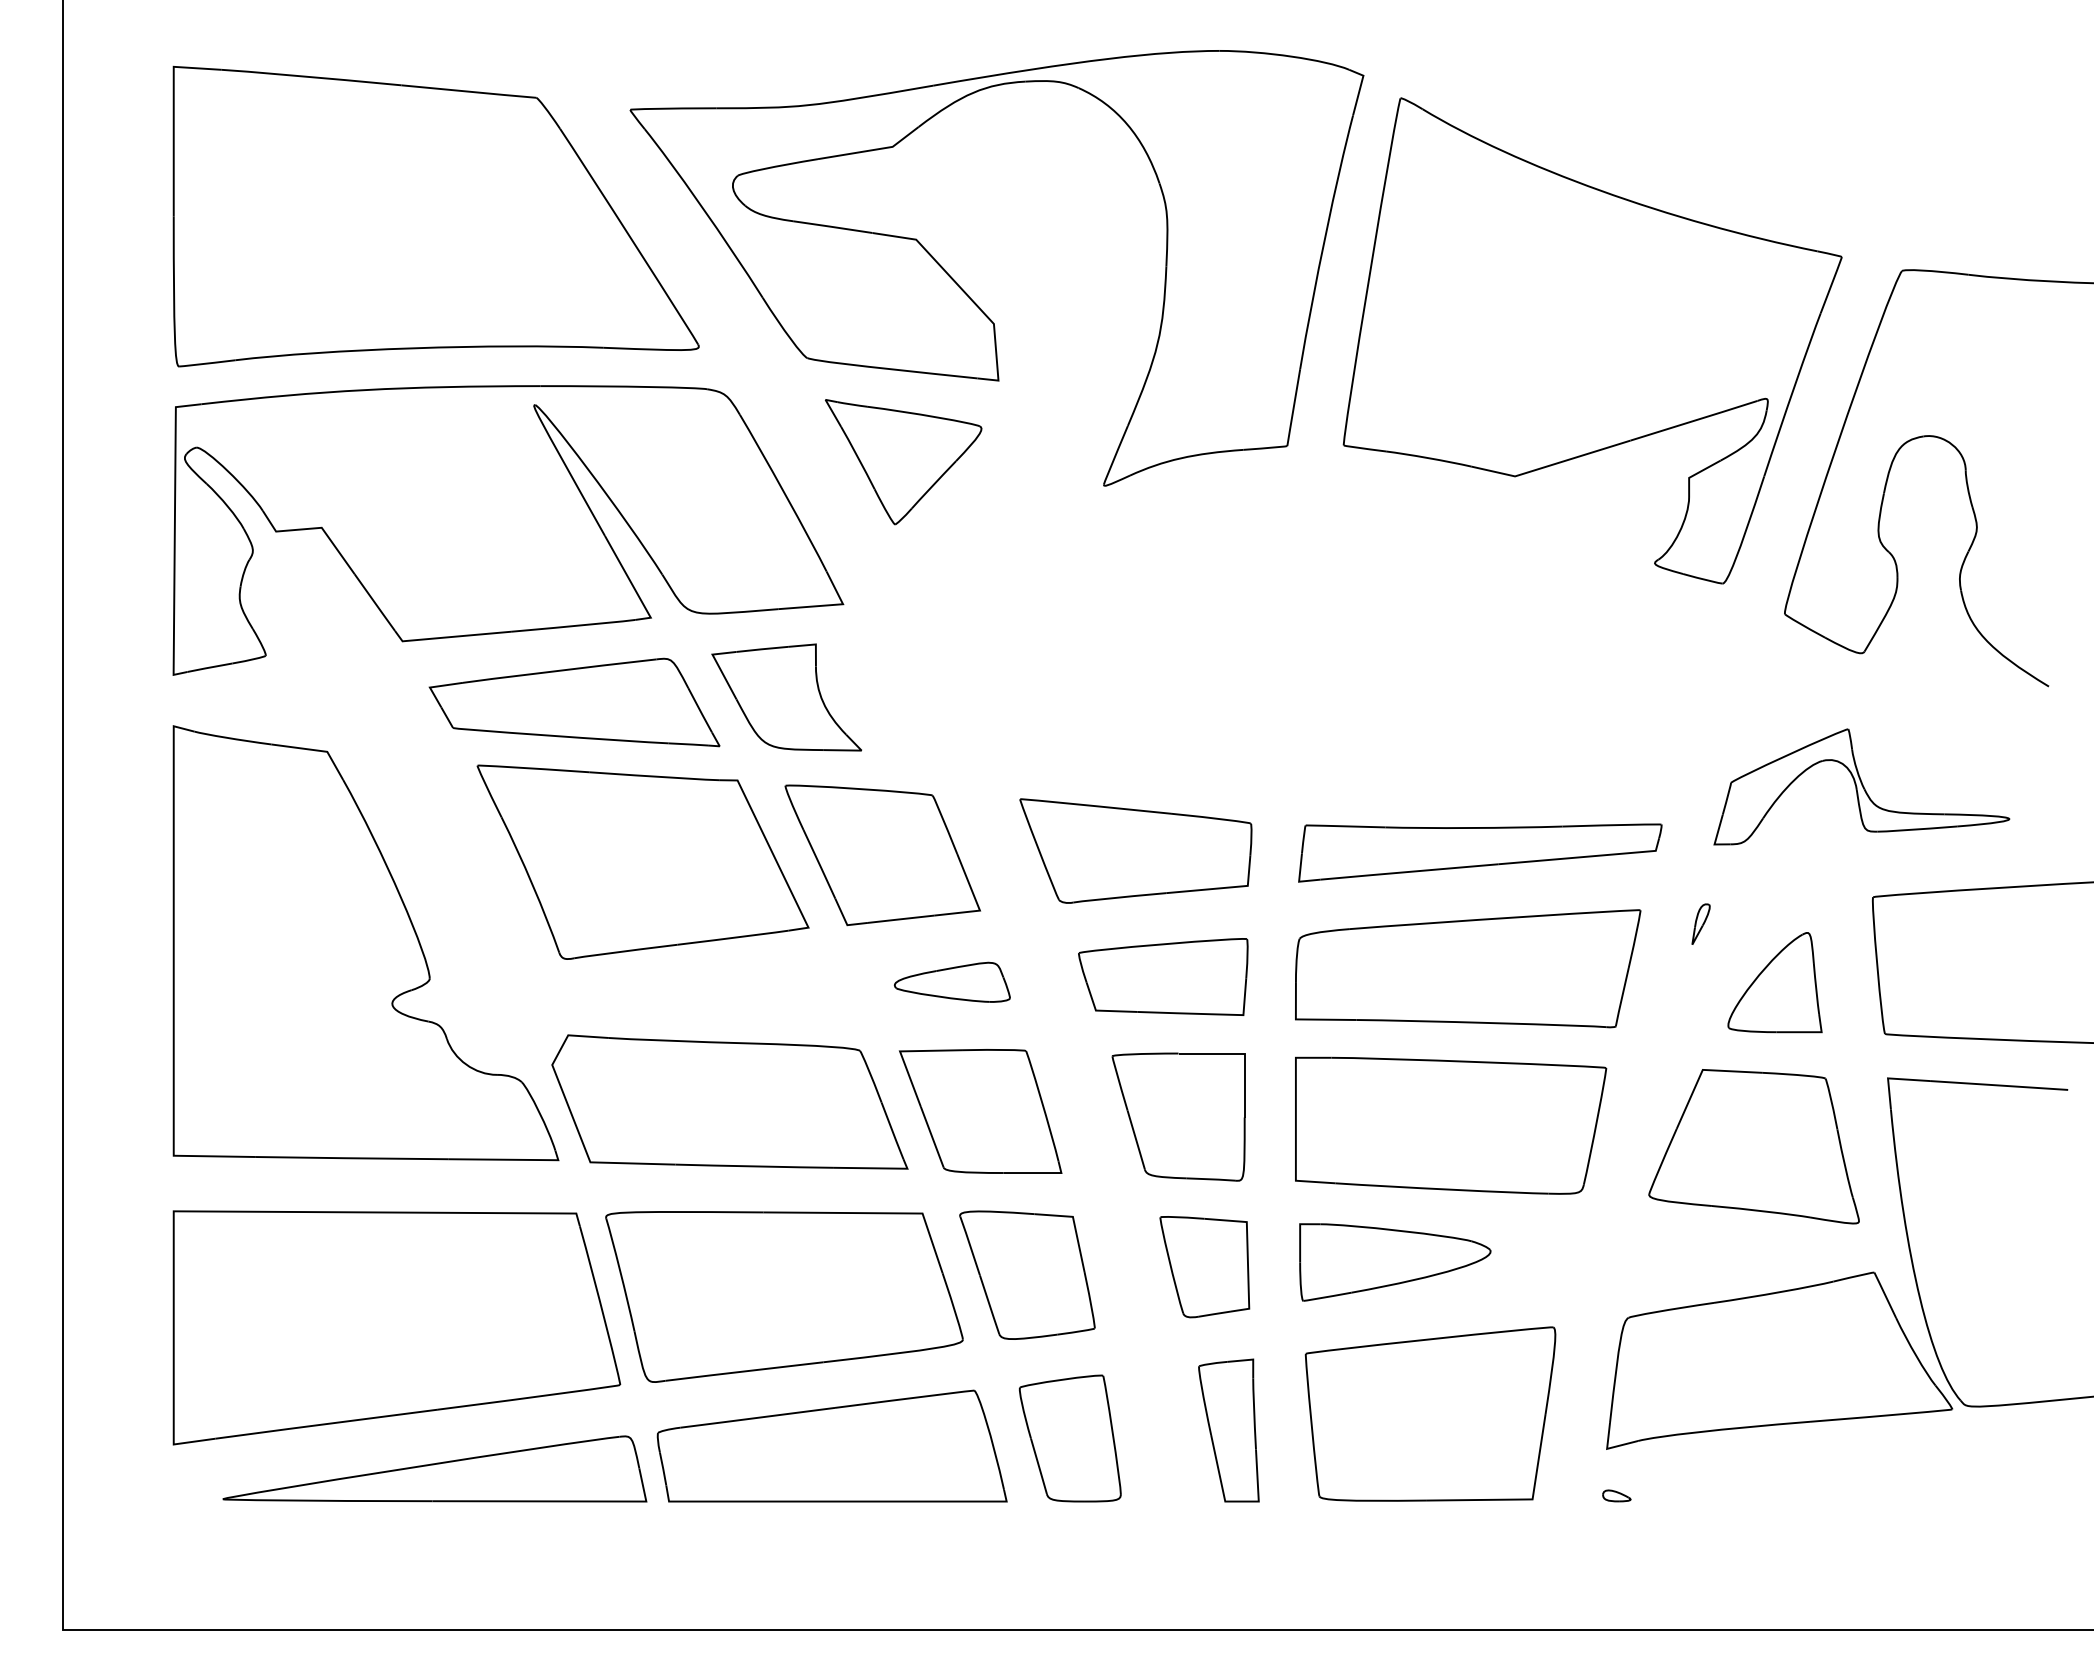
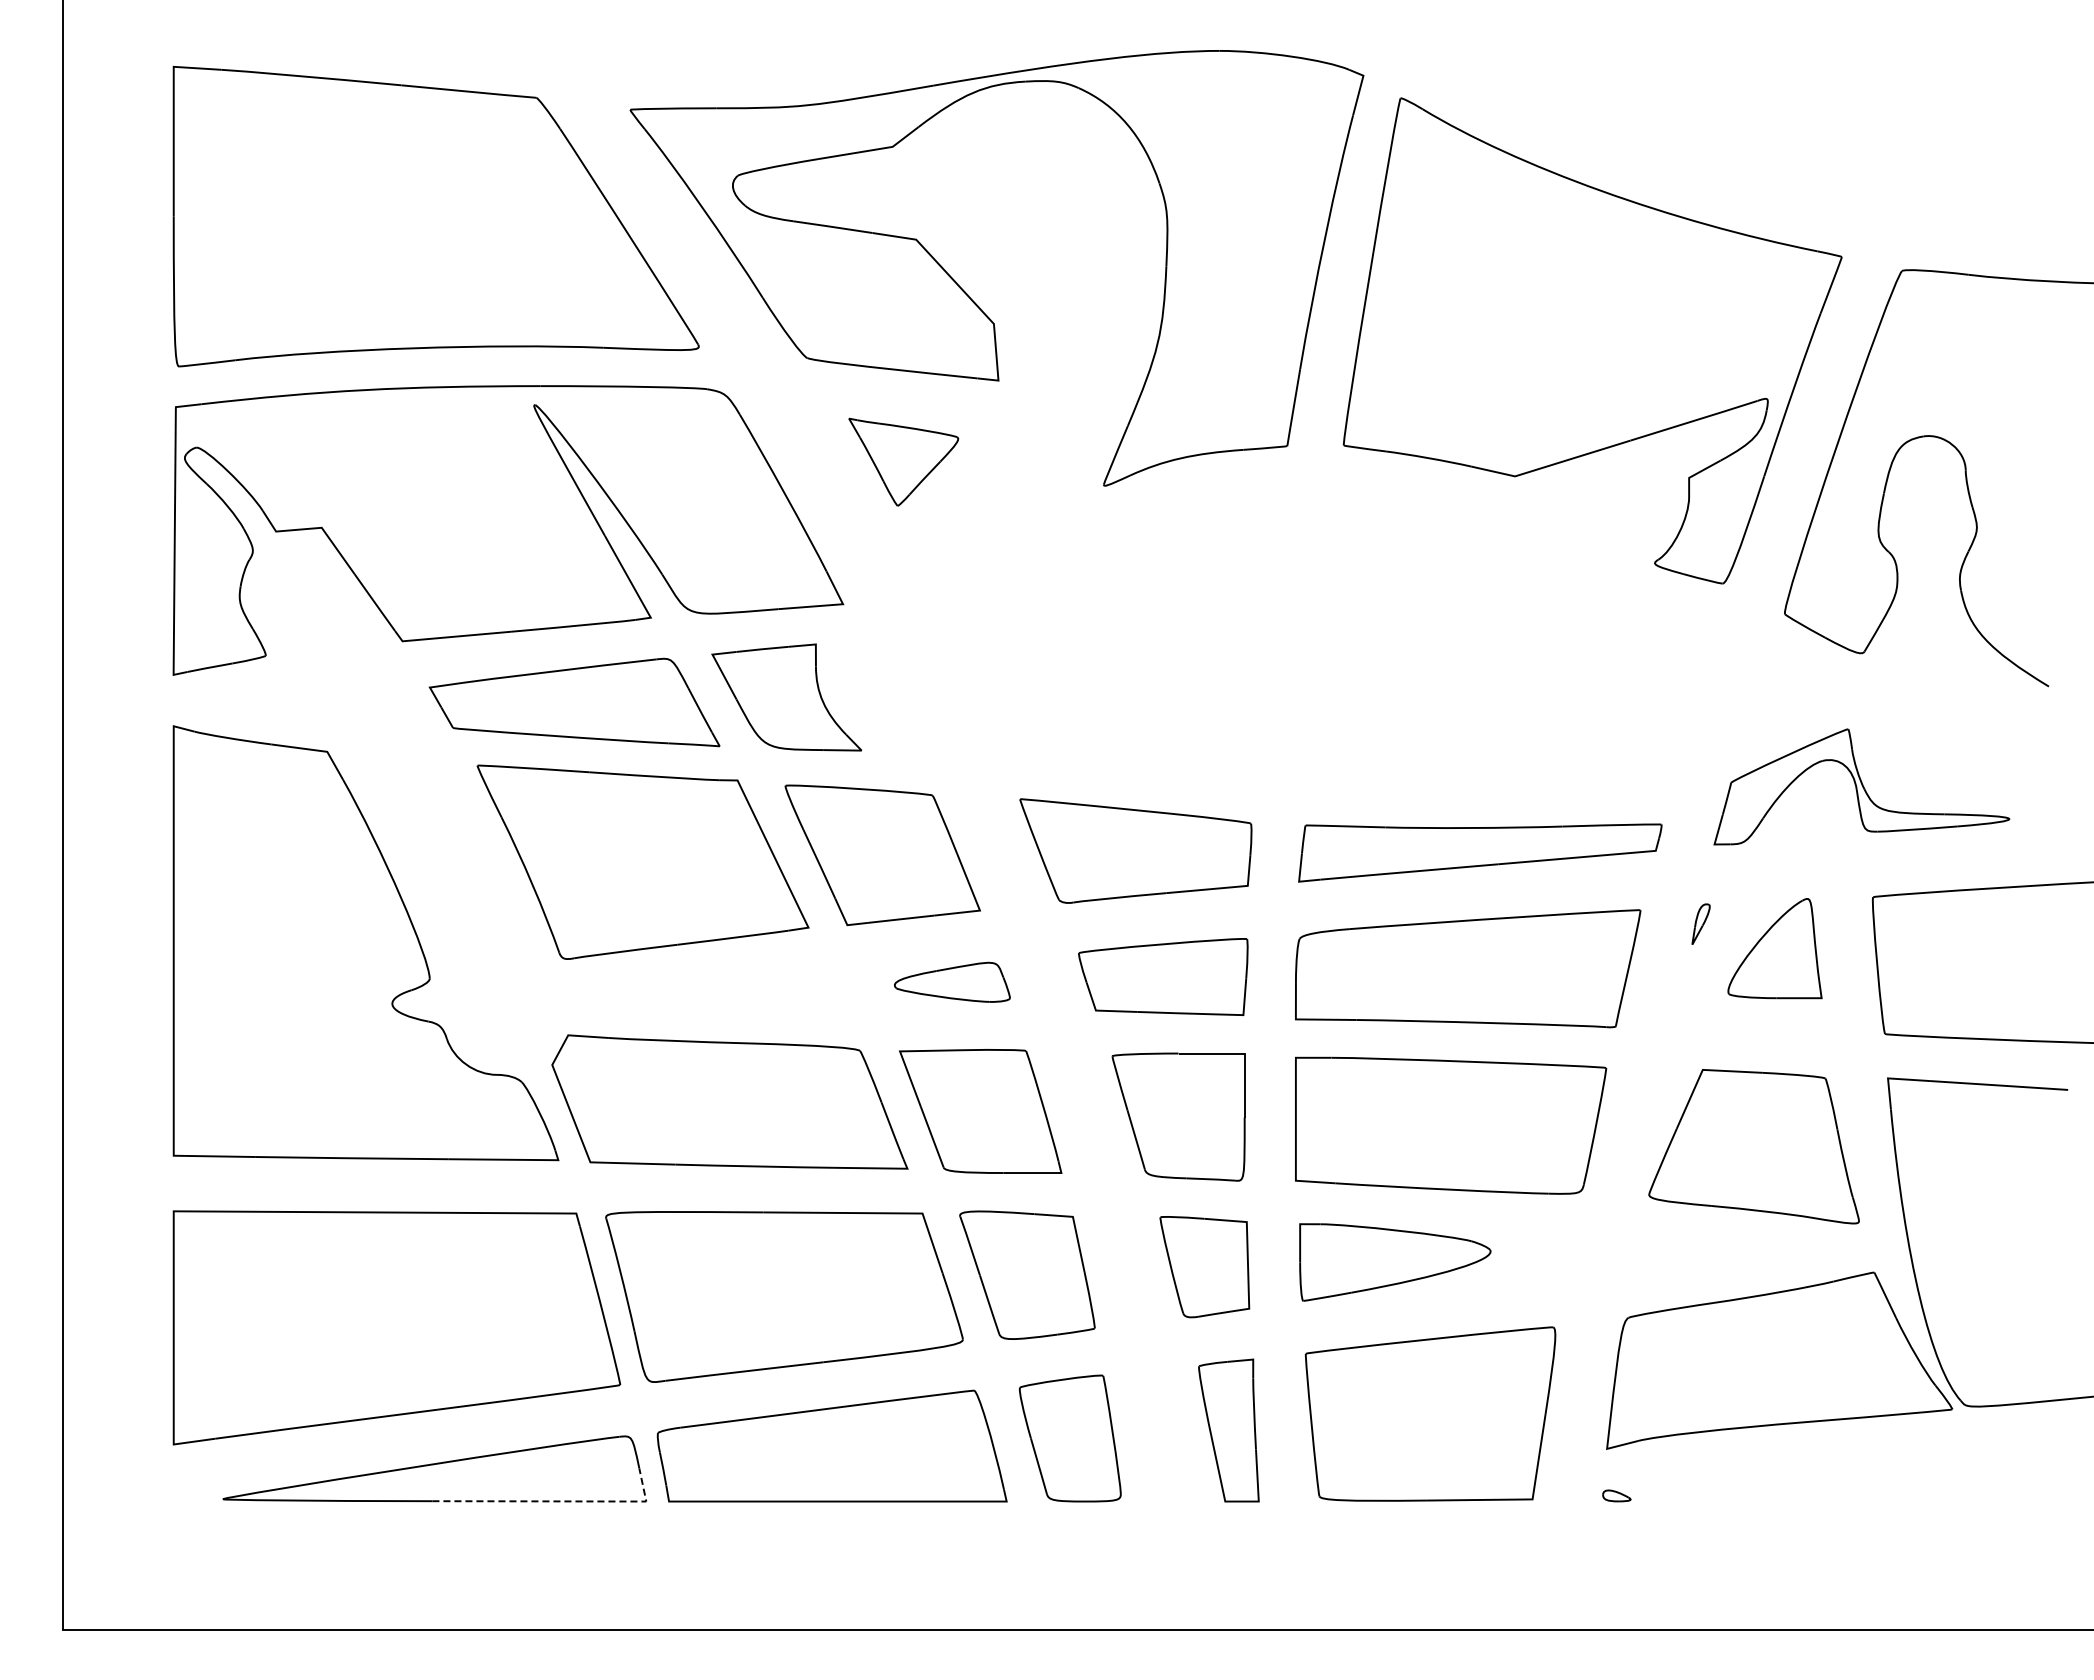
part at (903, 462) size: 158x127 px -> 112x90 px
part at (1774, 982) position: (1774, 982) -> (1774, 948)
line at (557, 1501): solid -> dashed
